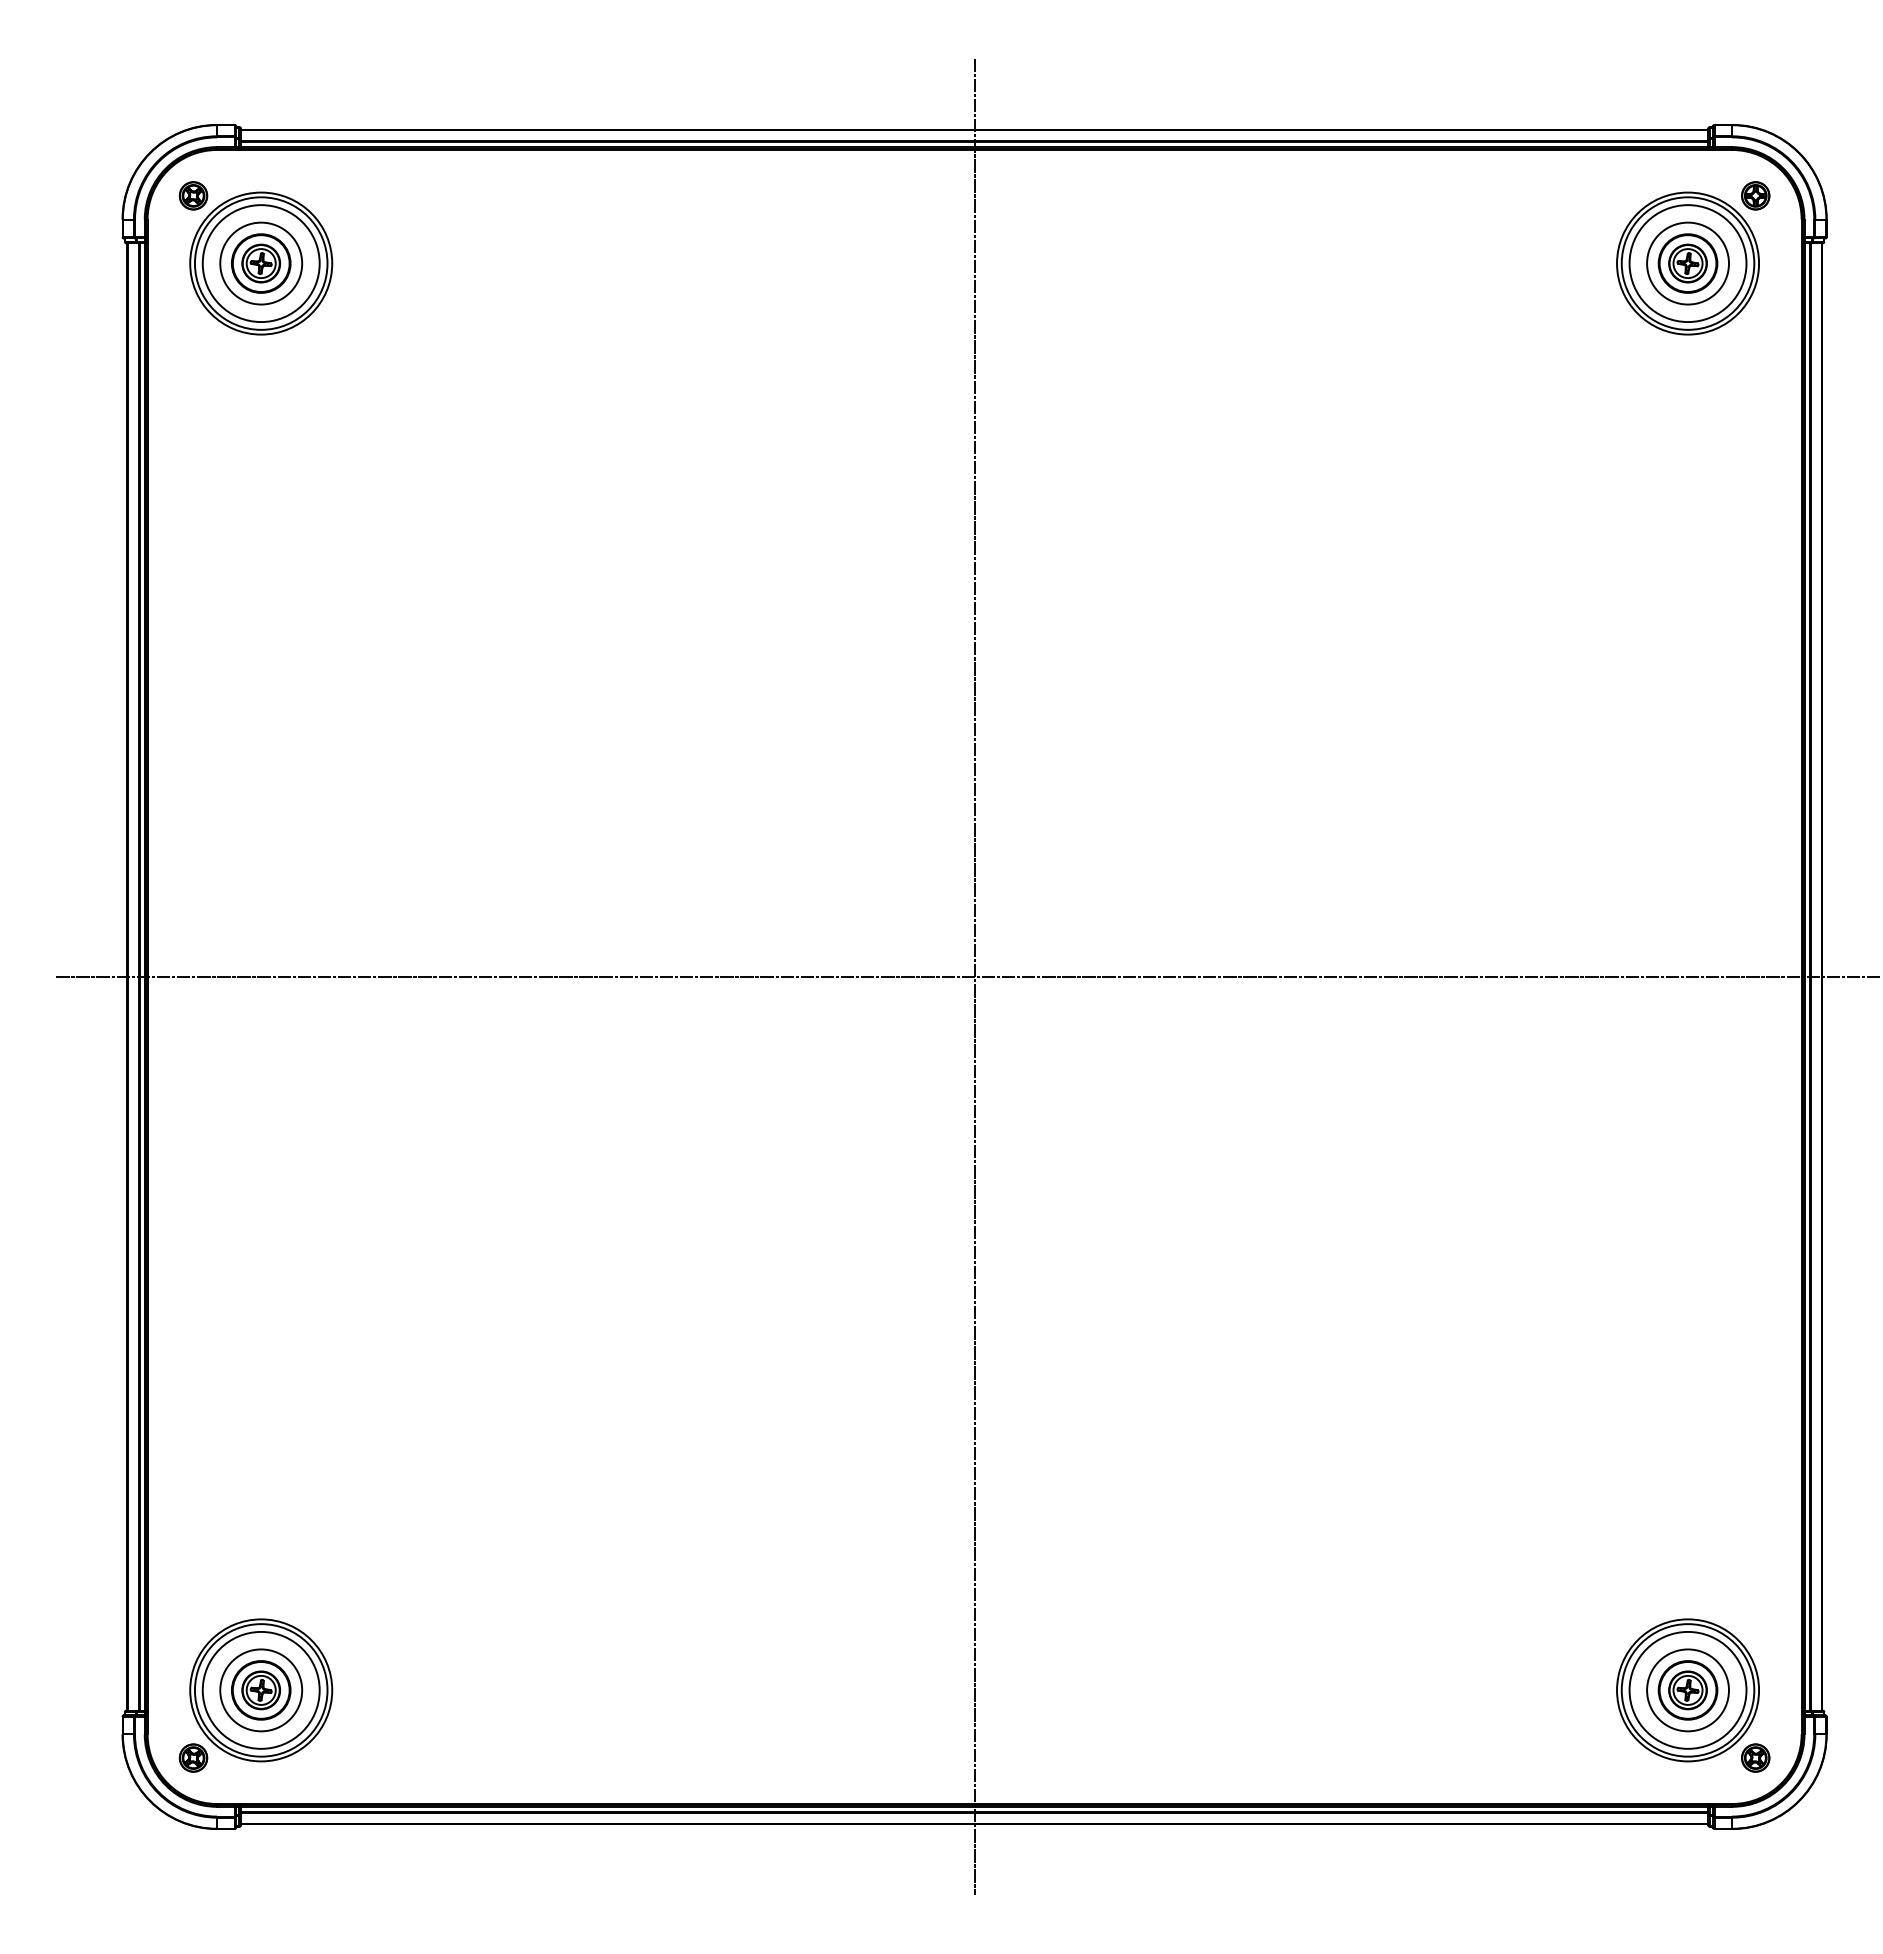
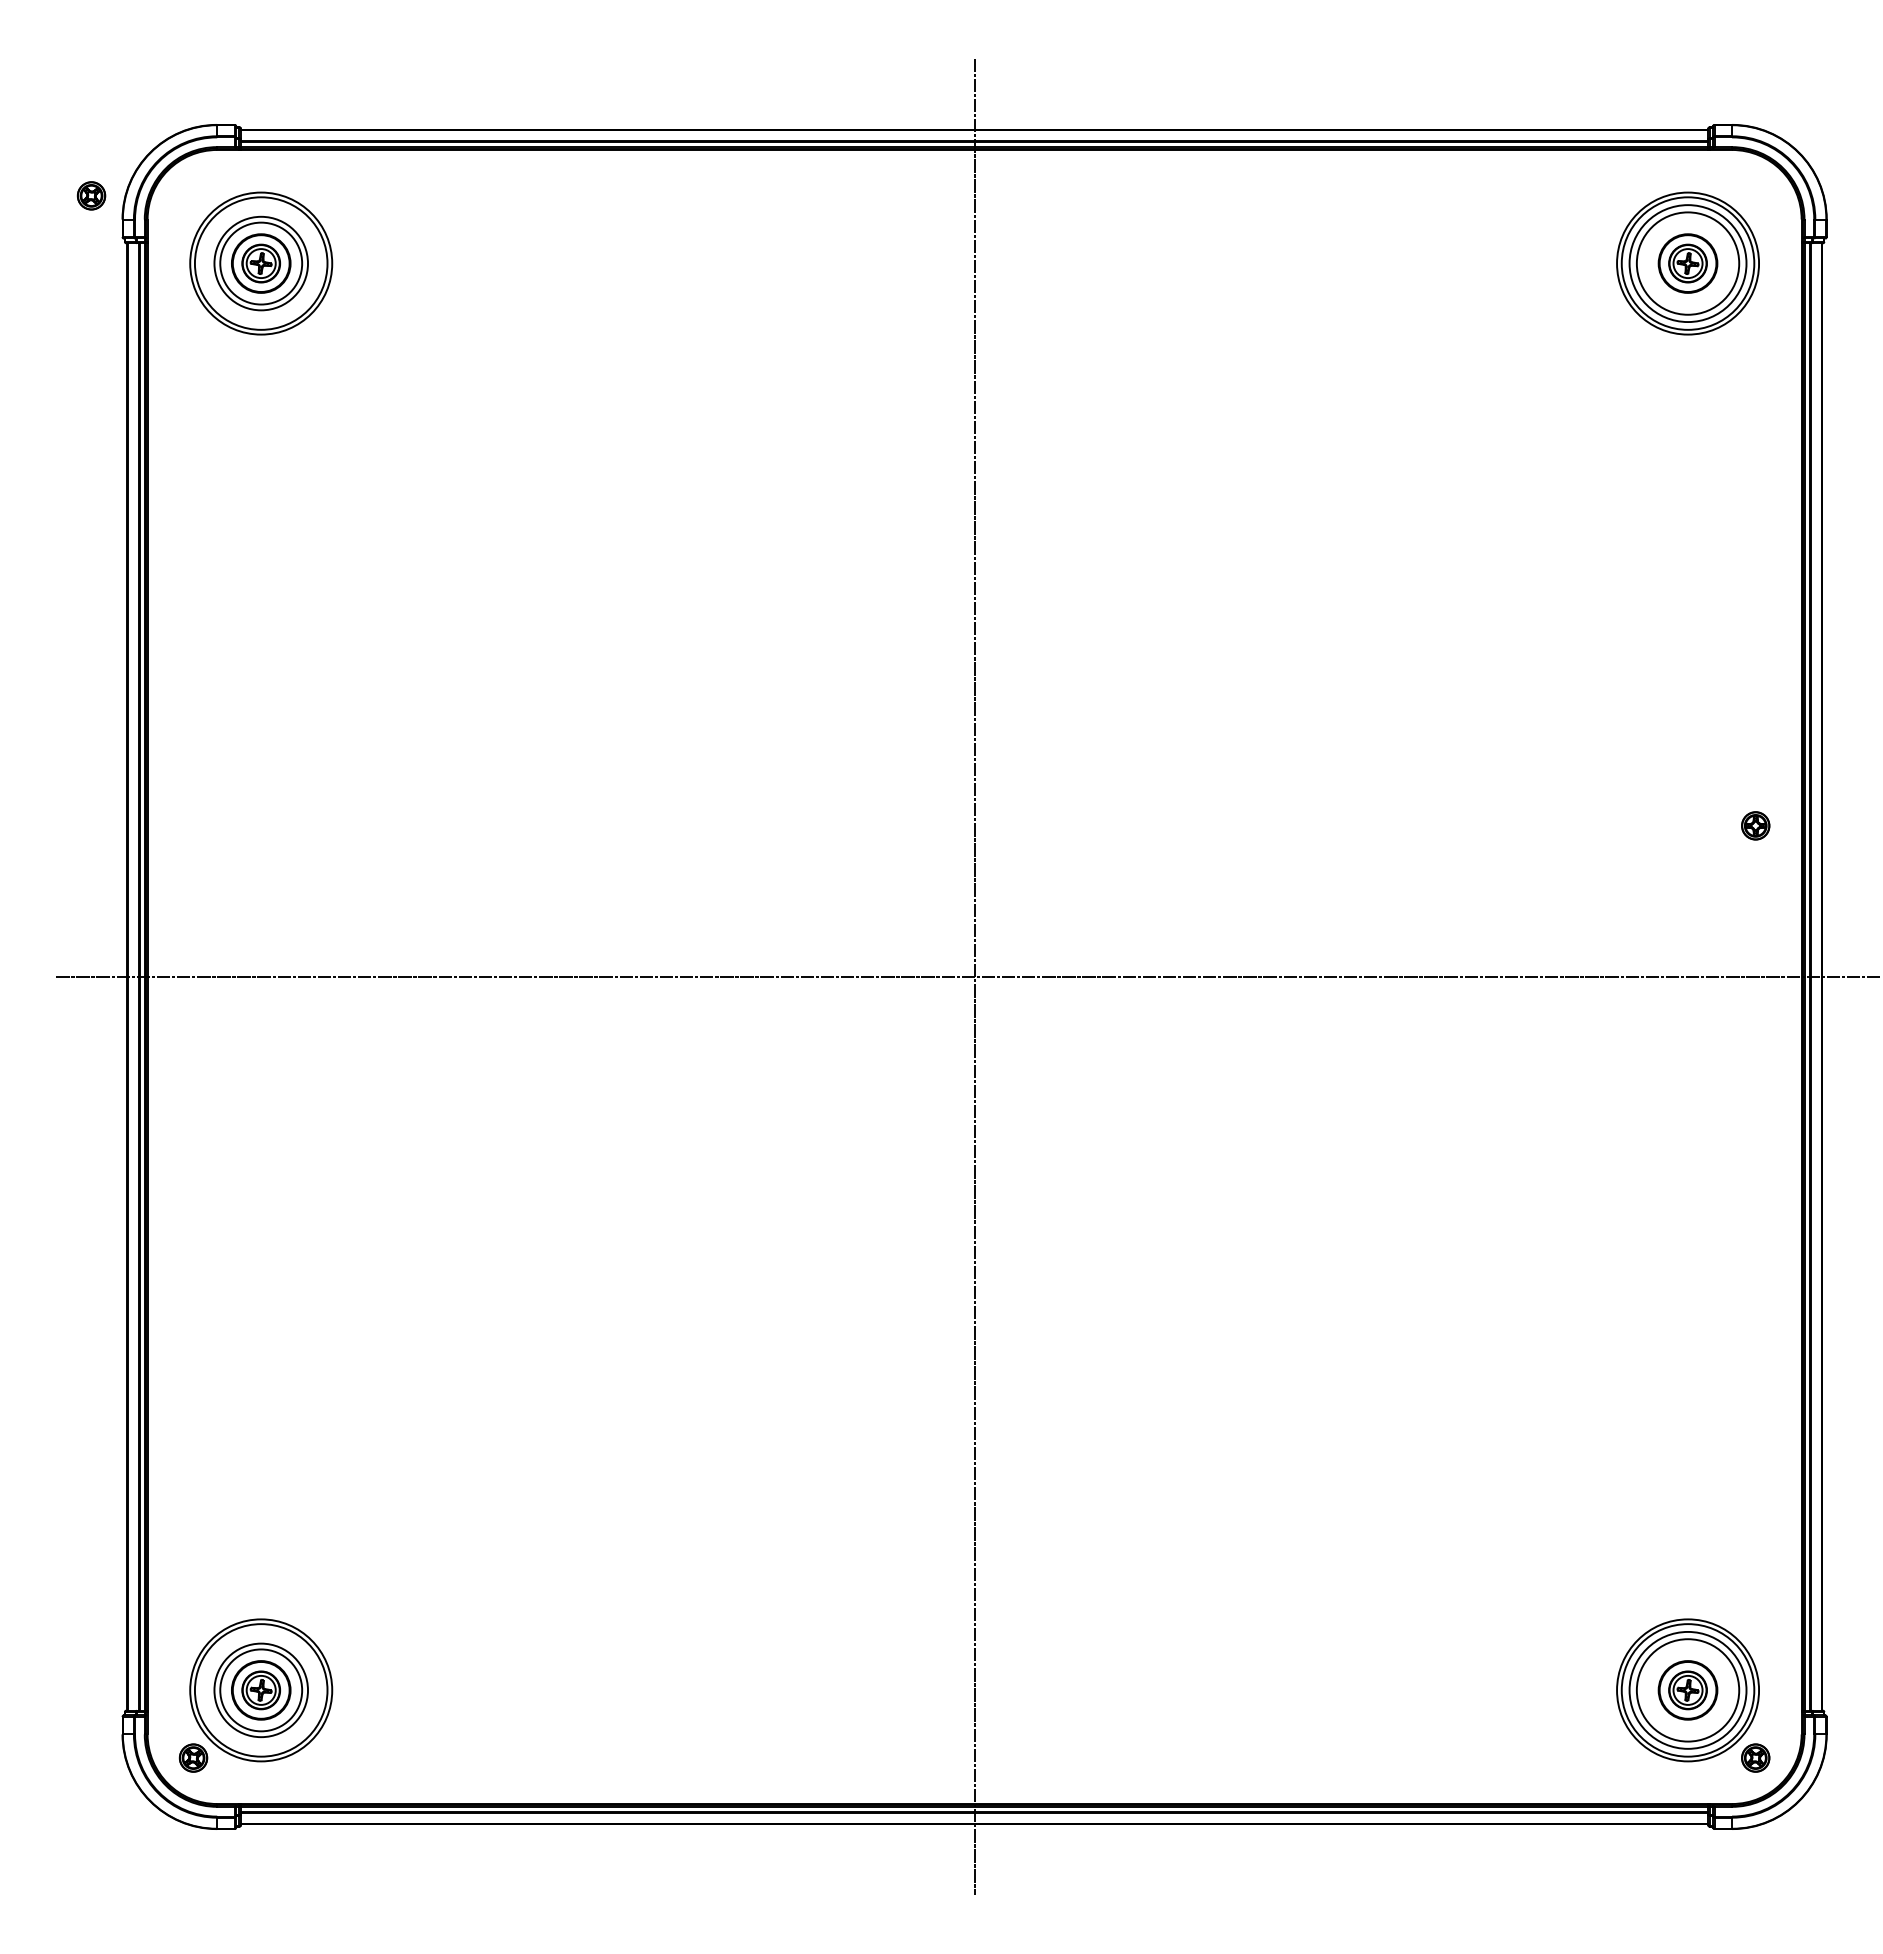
part at (193, 195) position: (193, 195) -> (91, 195)
part at (1755, 195) position: (1755, 195) -> (1755, 825)
circle at (260, 263) diameter: 117 px -> 94 px
circle at (1687, 263) diameter: 82 px -> 102 px
circle at (260, 1689) diameter: 117 px -> 94 px
circle at (1687, 1690) diameter: 82 px -> 102 px
